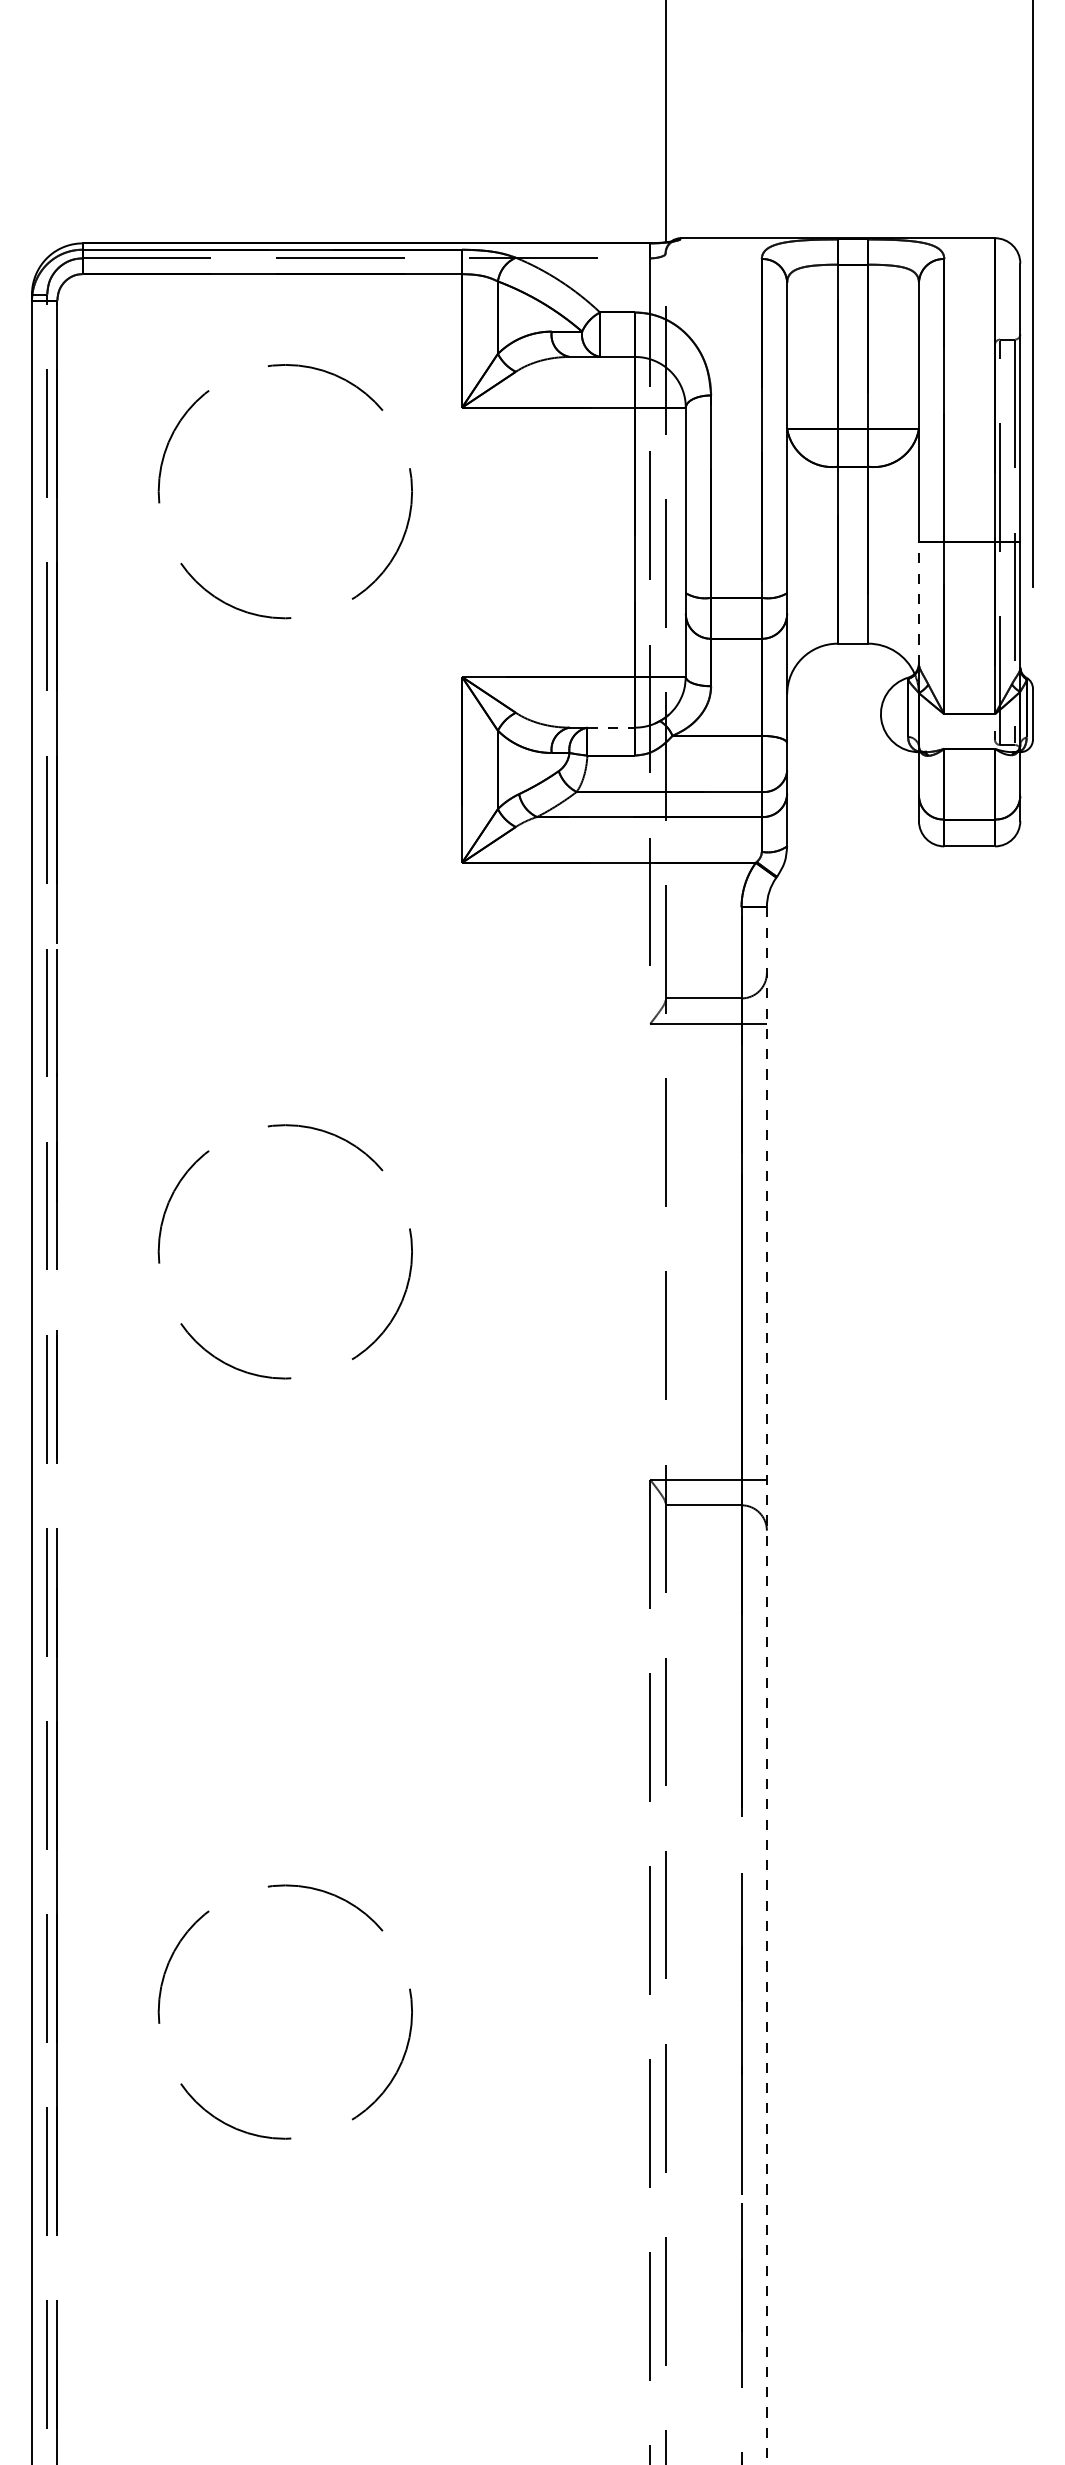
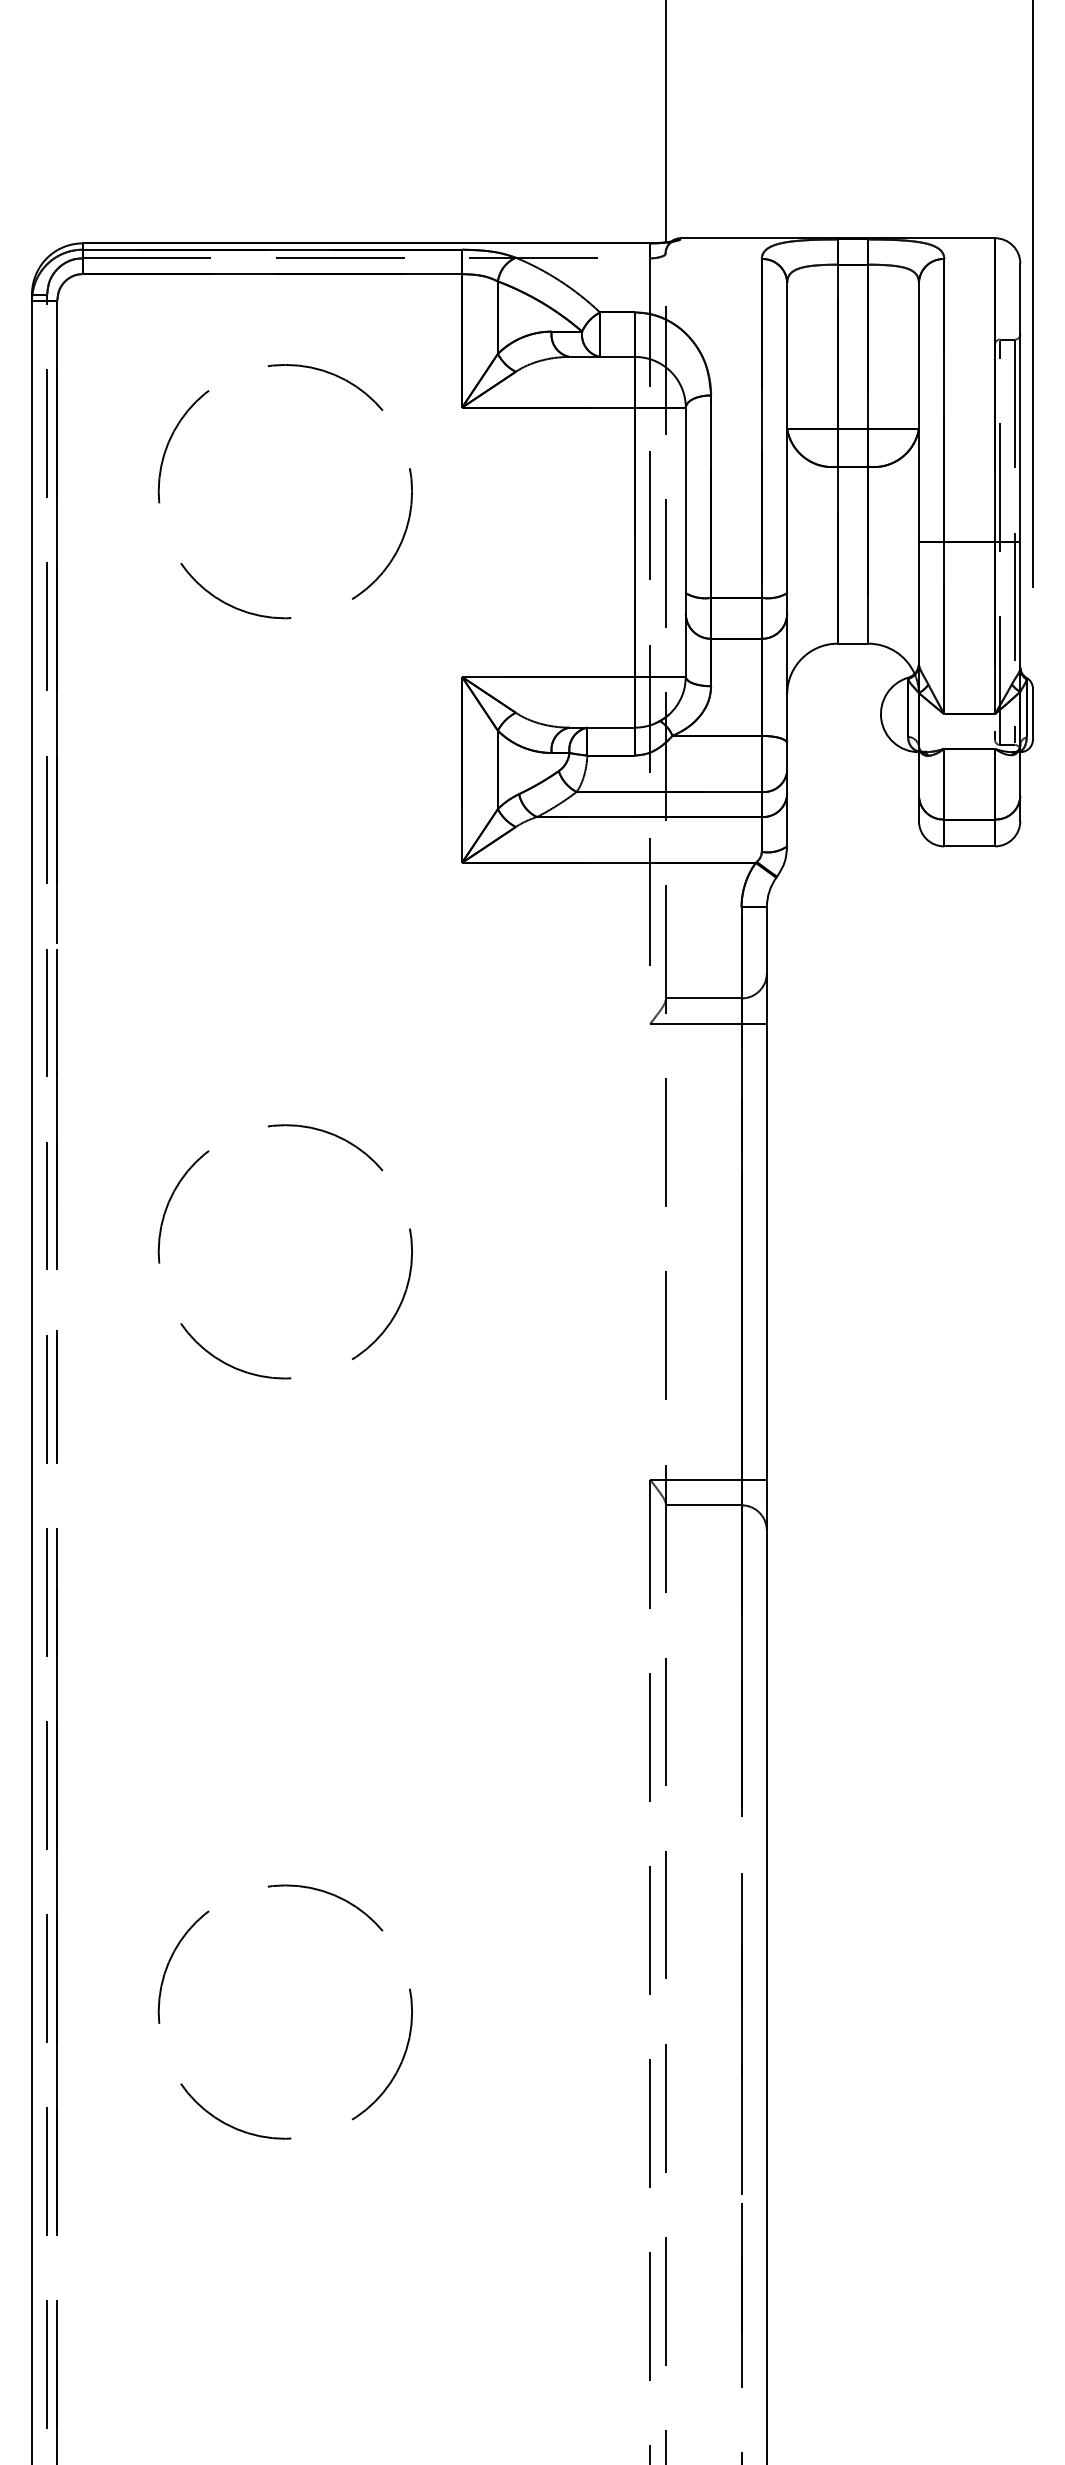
line at (918, 603): dashed -> solid
line at (611, 727): dashed -> solid
line at (766, 1686): dashed -> solid
